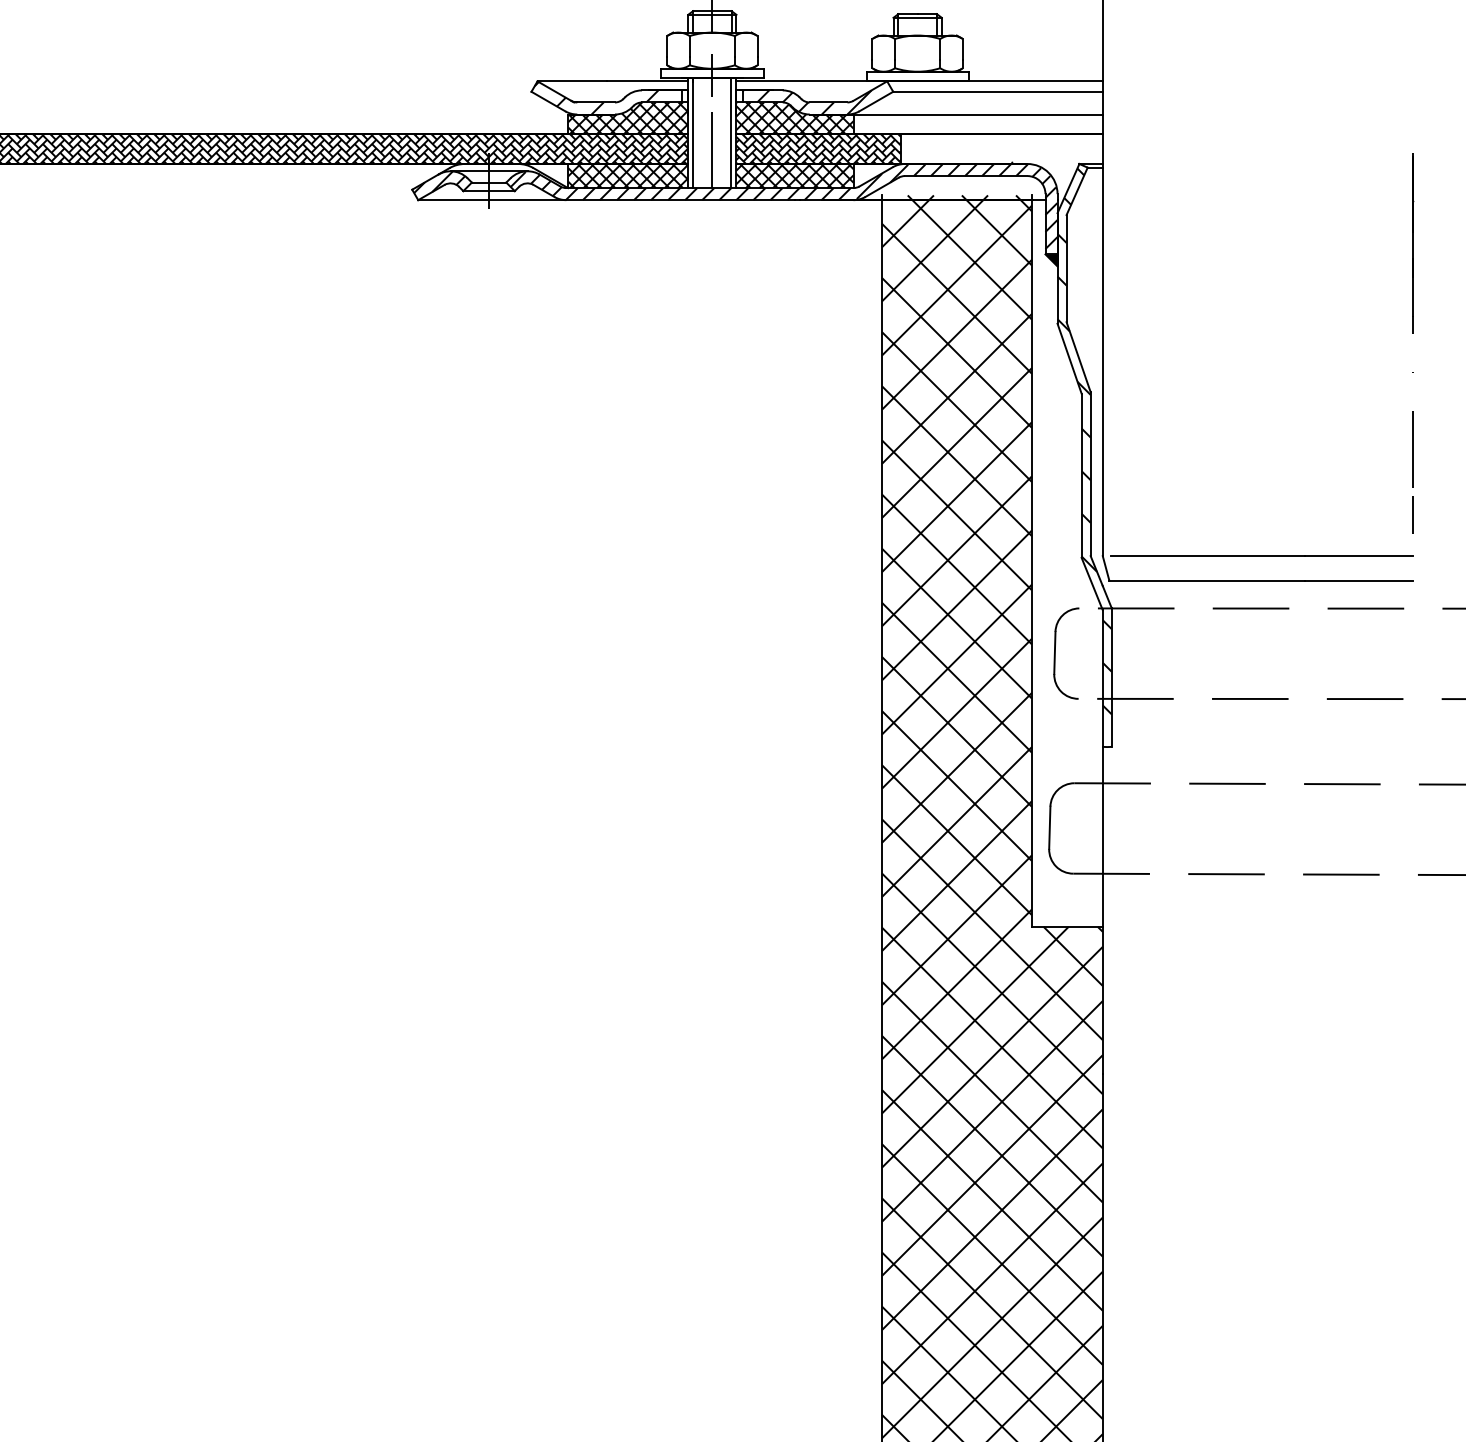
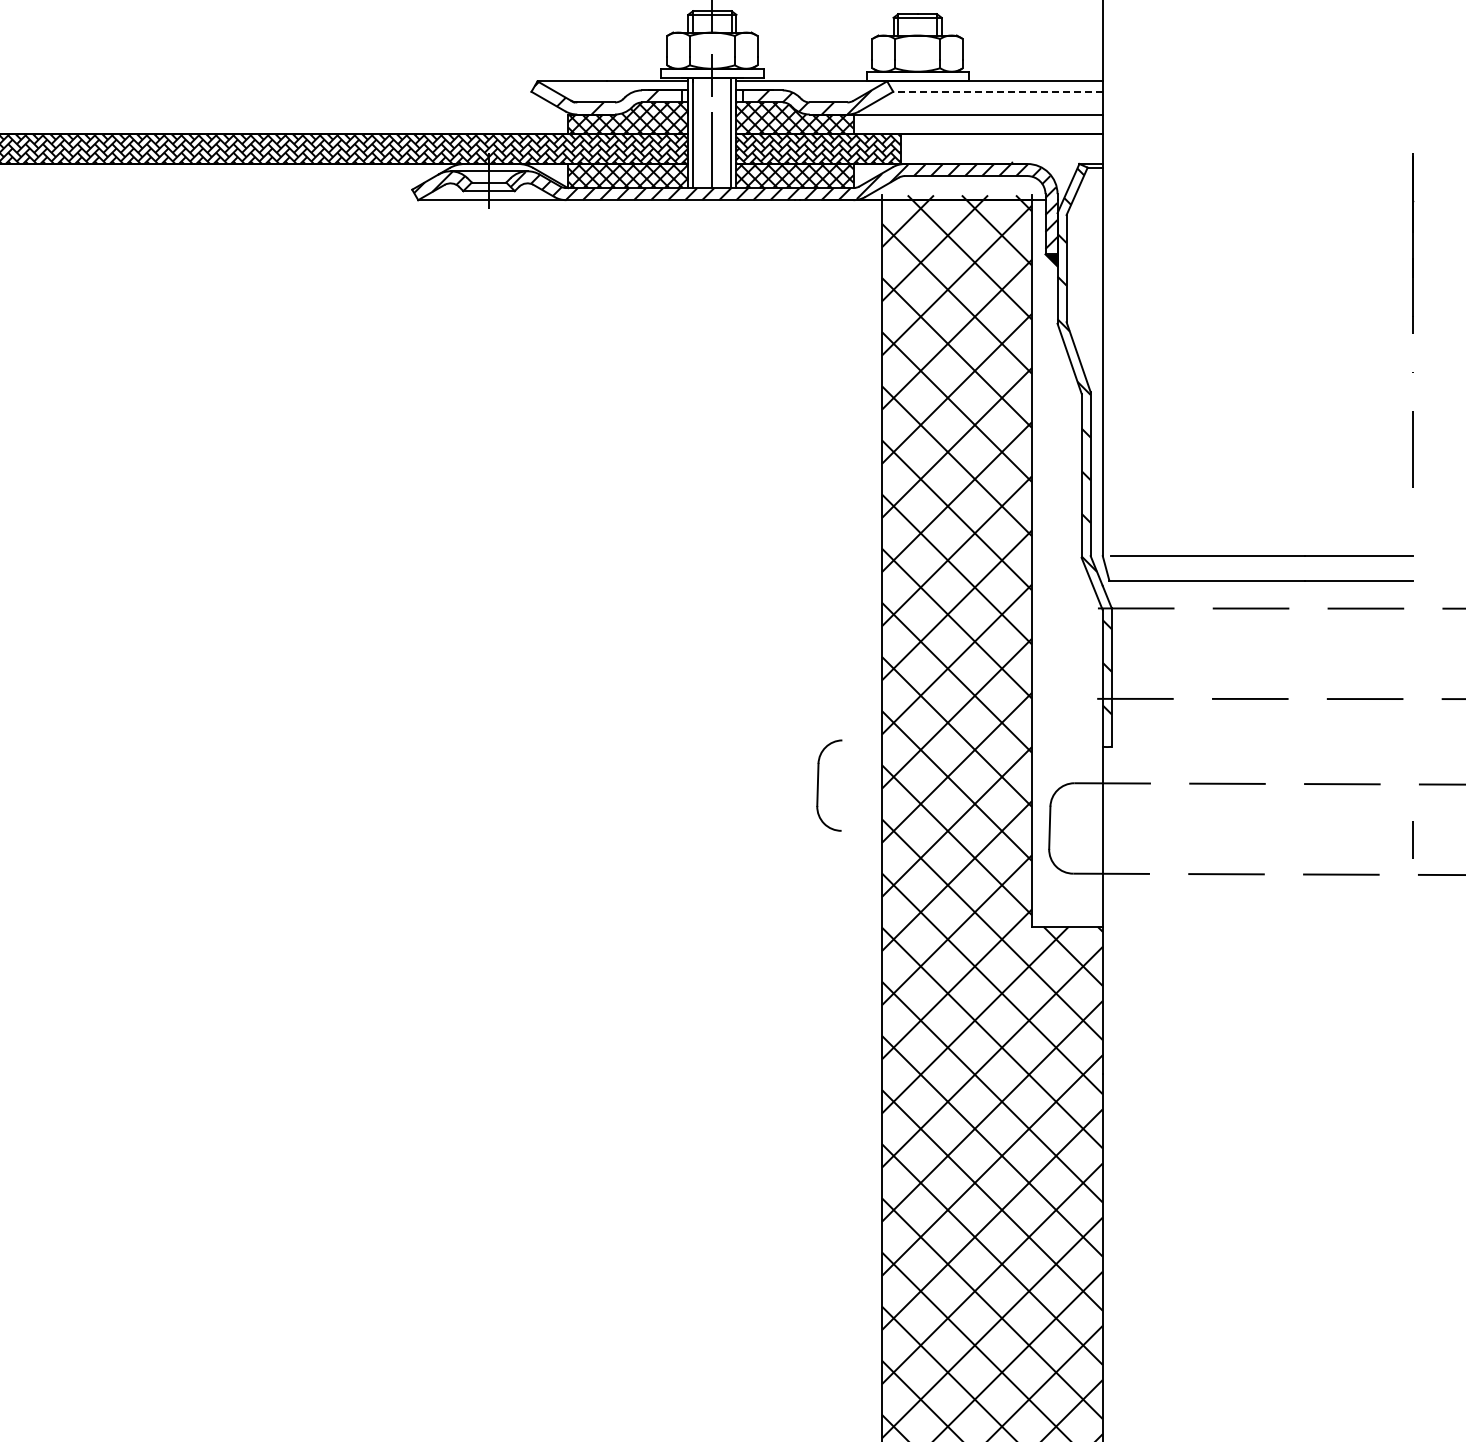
line at (998, 91): solid -> dashed
line at (1412, 514) position: (1412, 514) -> (1412, 839)
part at (1055, 653) position: (1055, 653) -> (818, 785)
